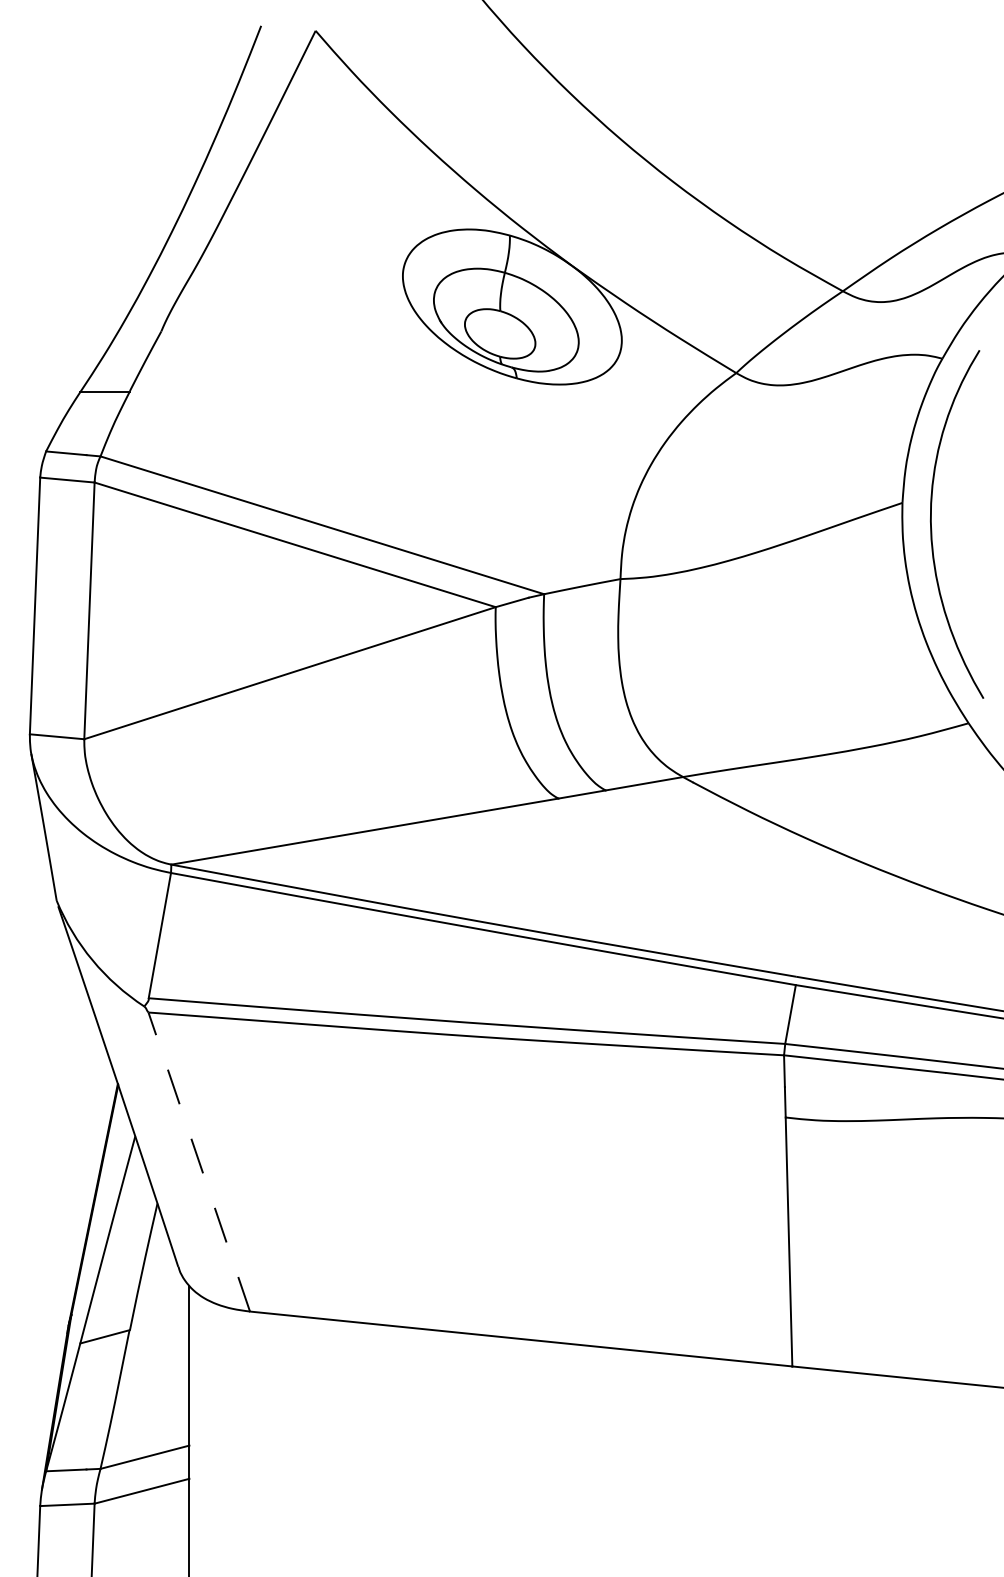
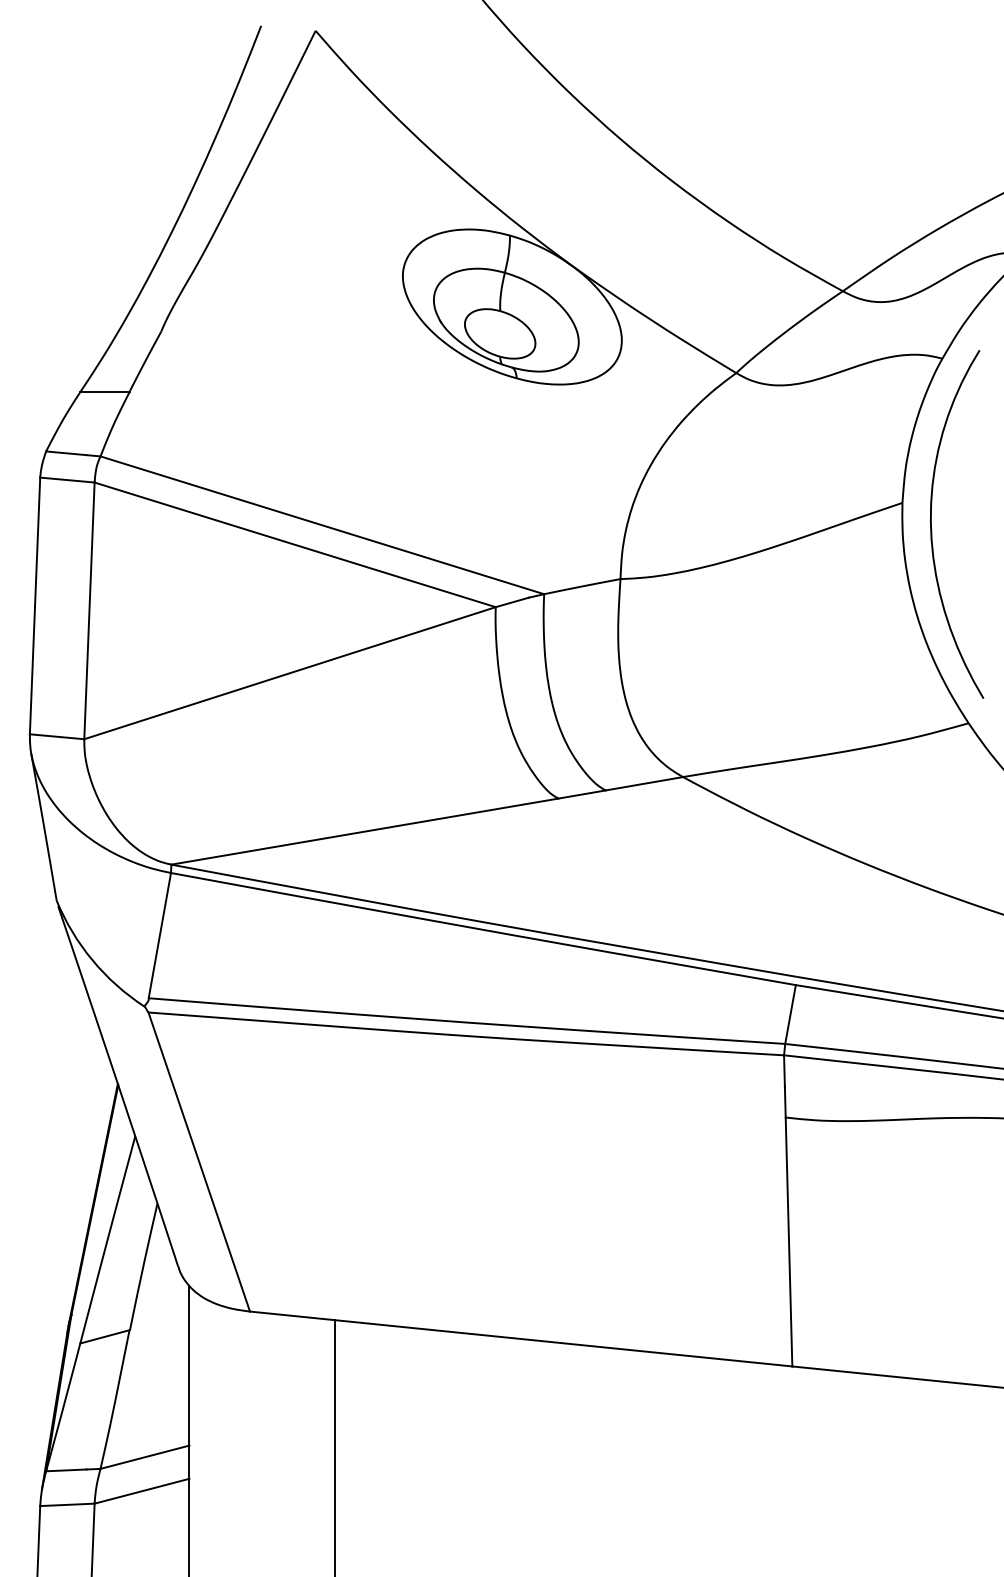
line at (199, 1162): dashed -> solid
line at (335, 1446): none -> present
